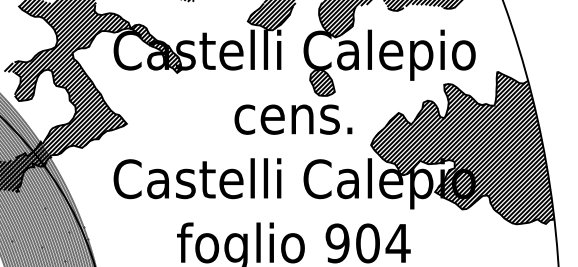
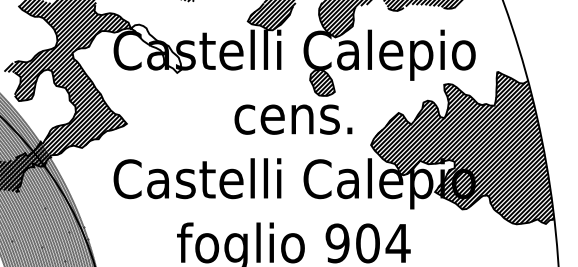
hatch at (156, 48): present -> none
